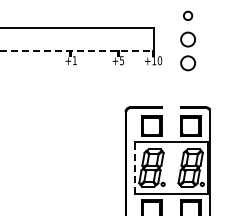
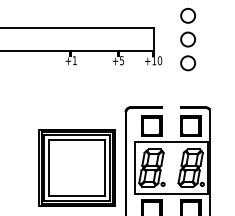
circle at (188, 15) size: 11x11 px -> 16x16 px
line at (77, 51): dashed -> solid
part at (76, 167): none -> present
line at (134, 168): dashed -> solid
